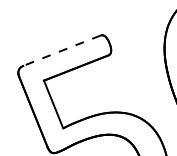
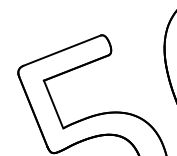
line at (61, 50): dashed -> solid
